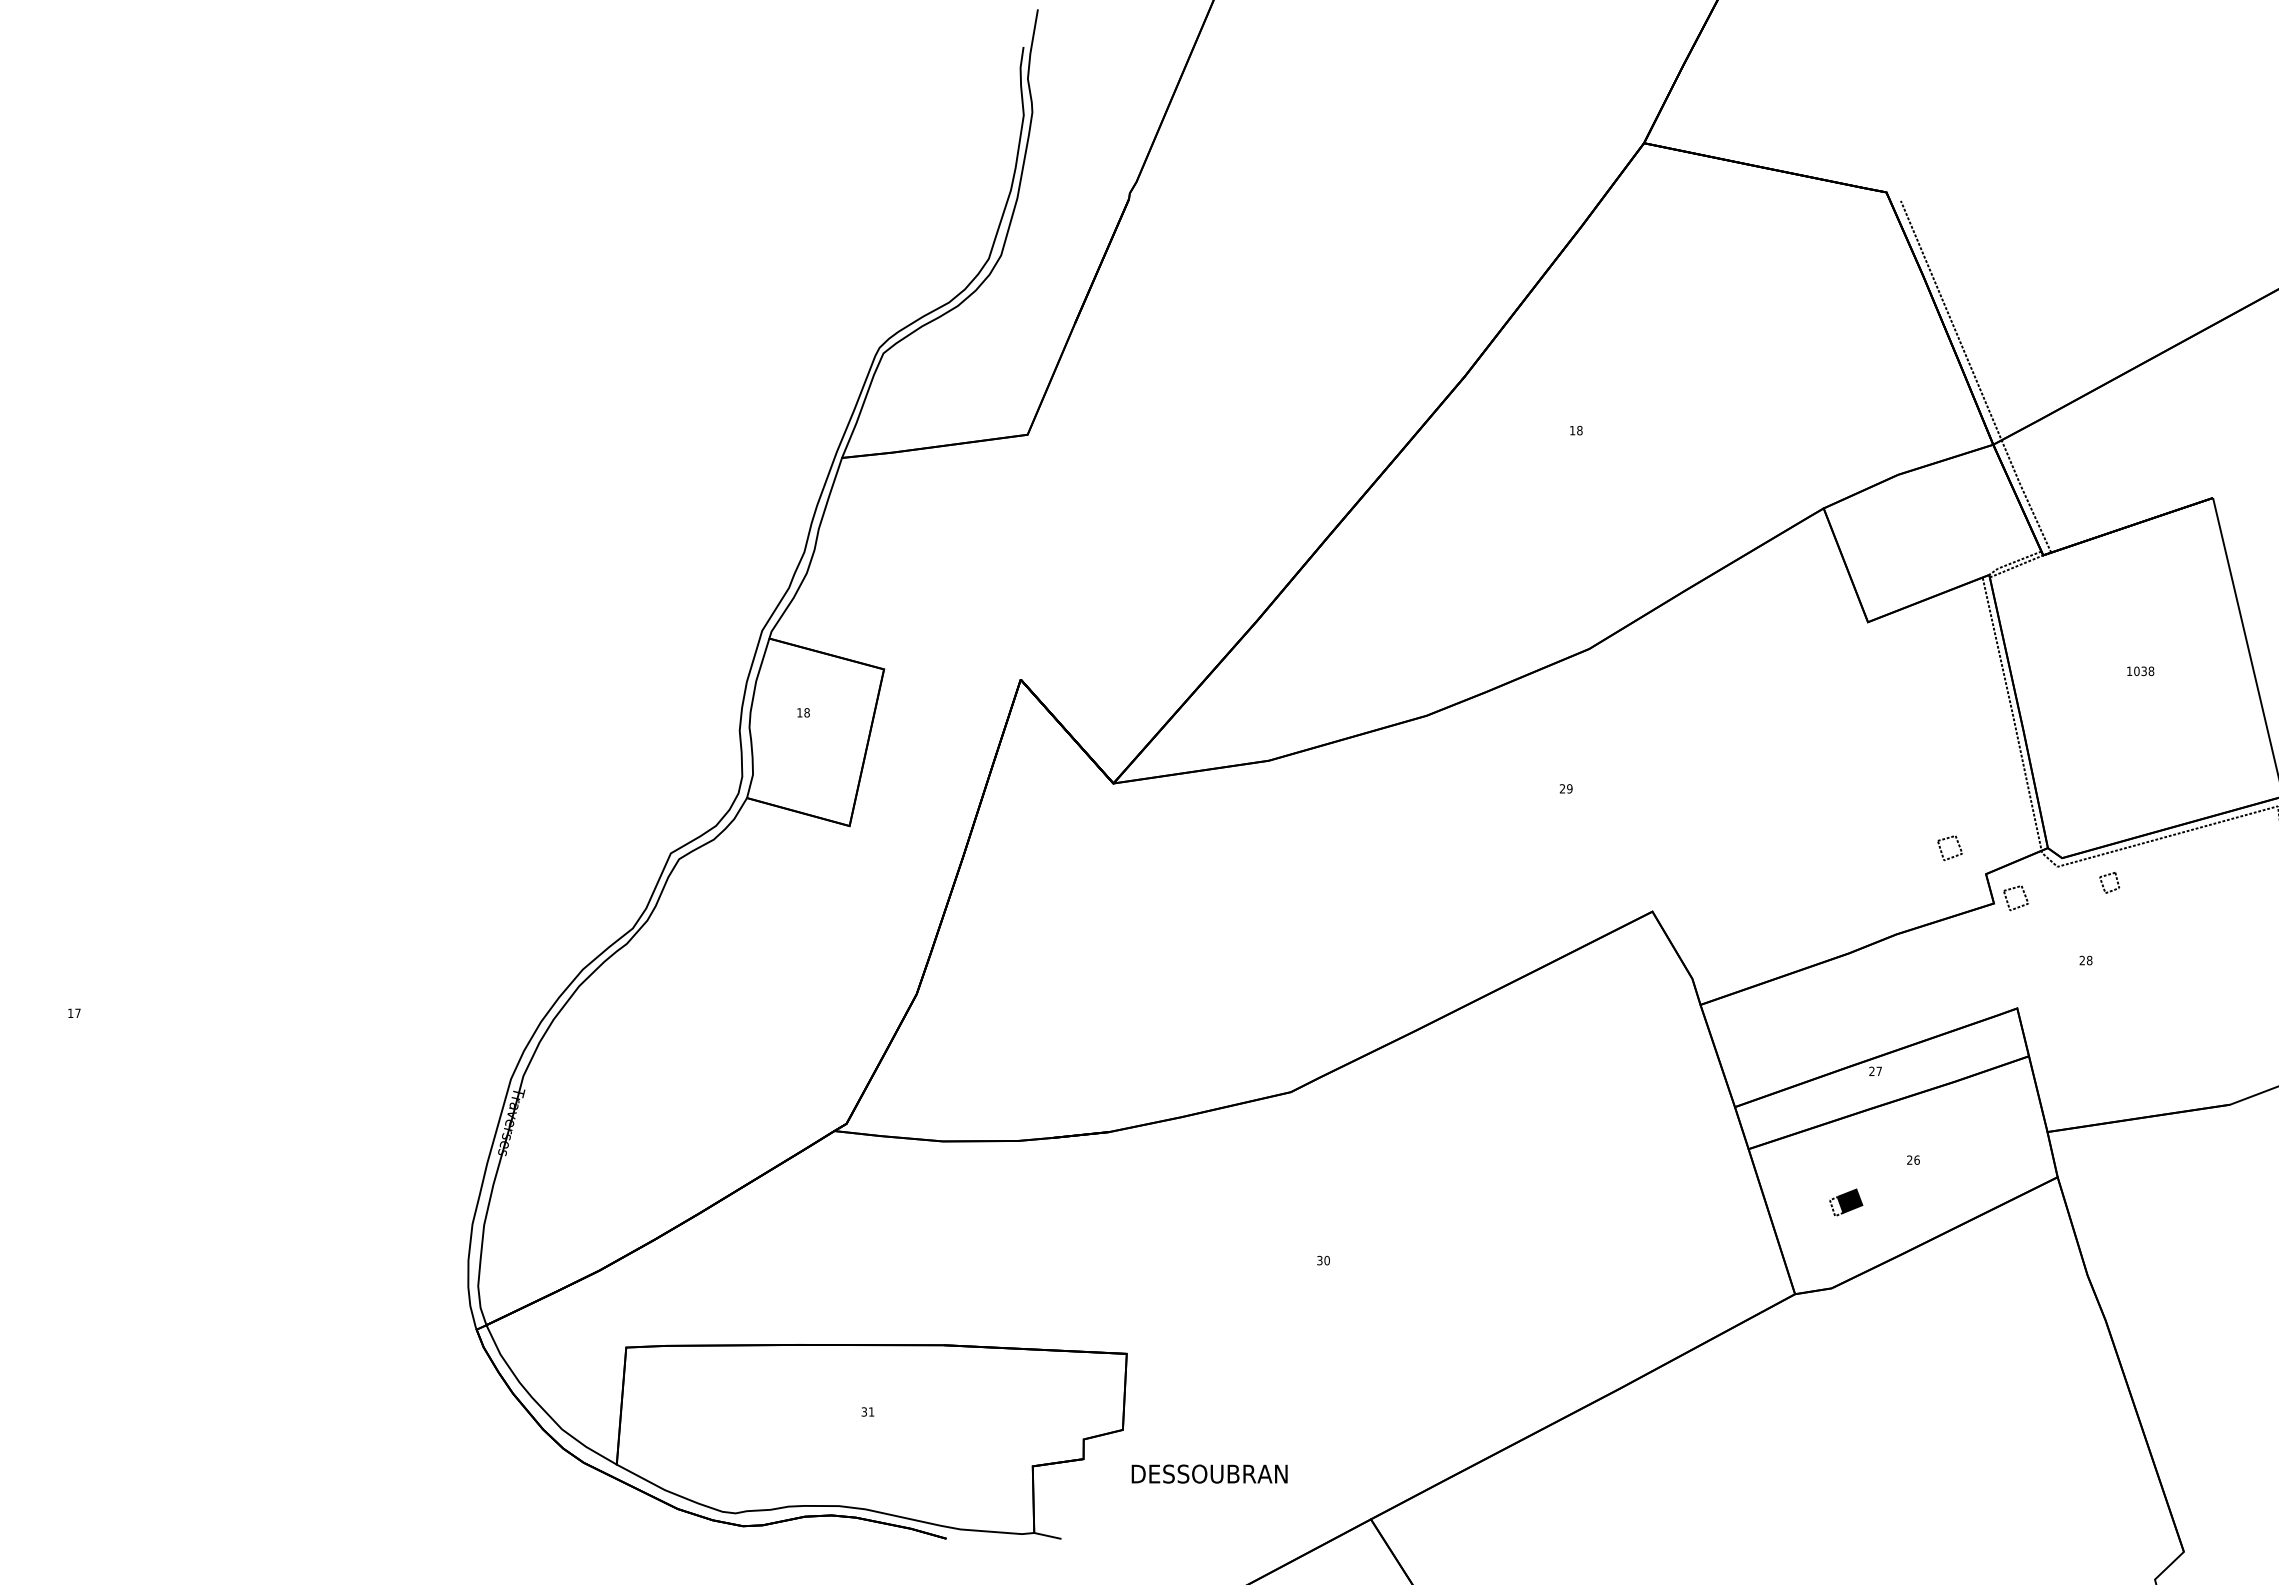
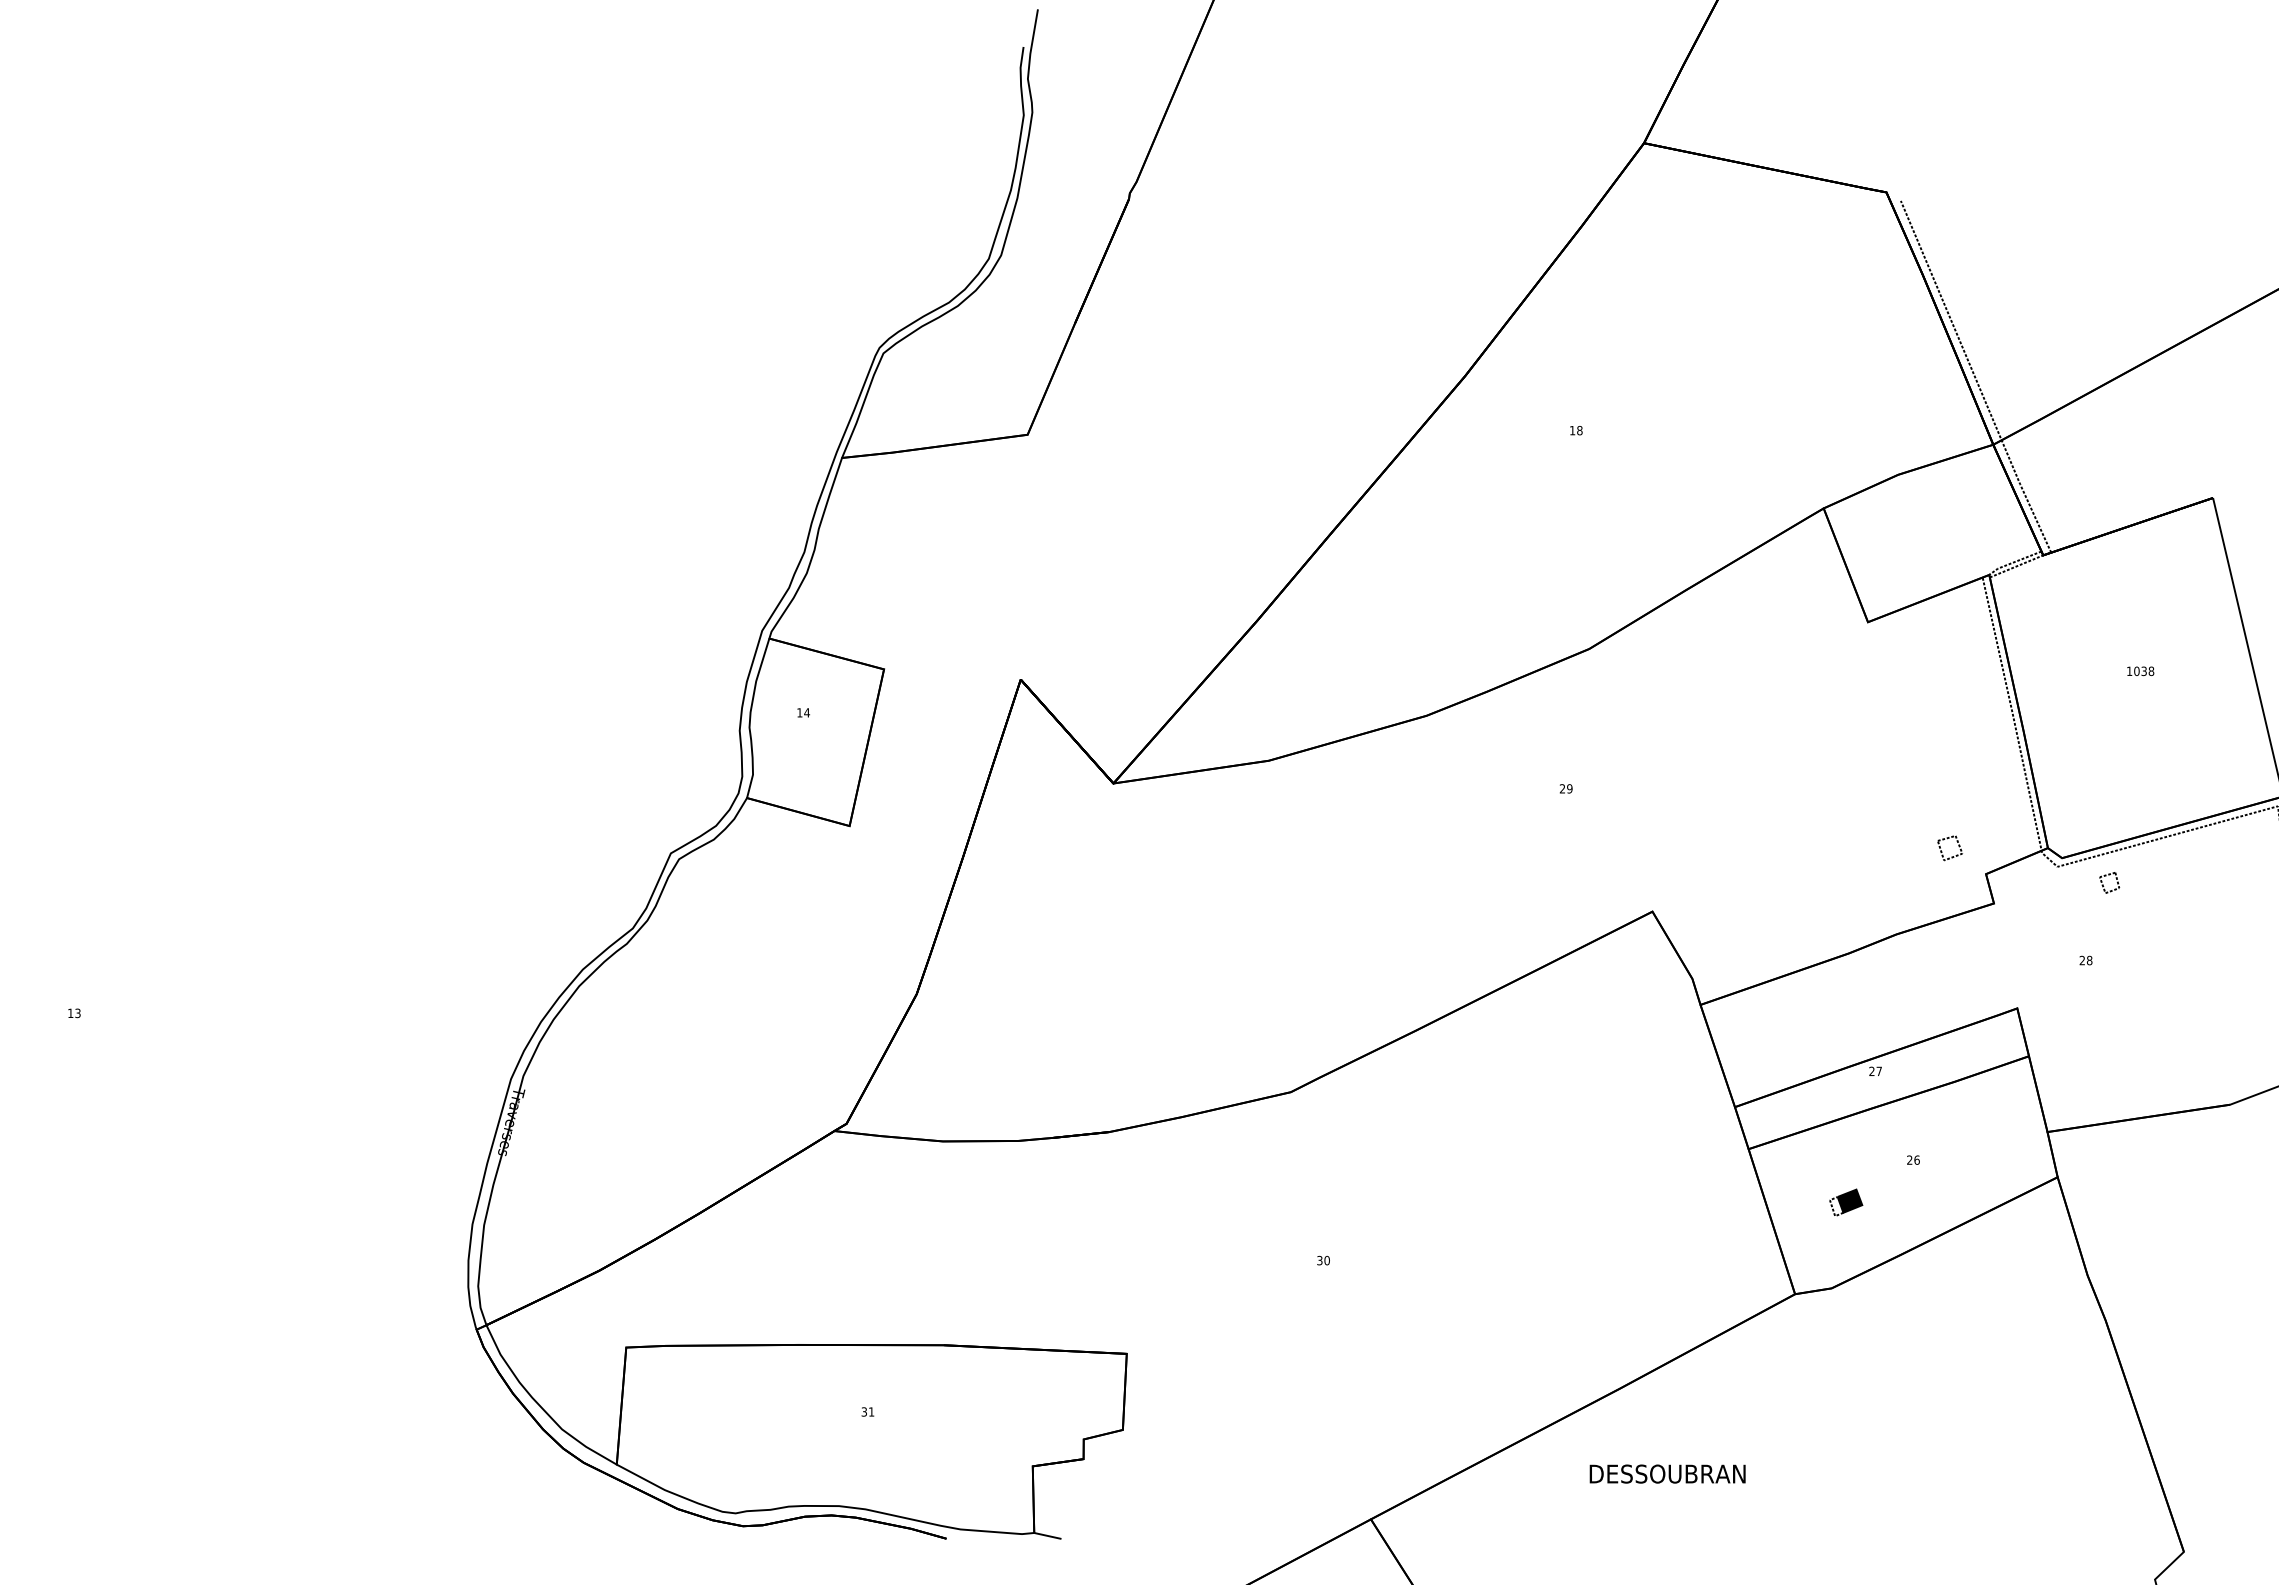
text at (807, 712): 18 -> 14
part at (2008, 901): present -> none
text at (77, 1013): 17 -> 13
text at (1209, 1473) position: (1209, 1473) -> (1667, 1473)
